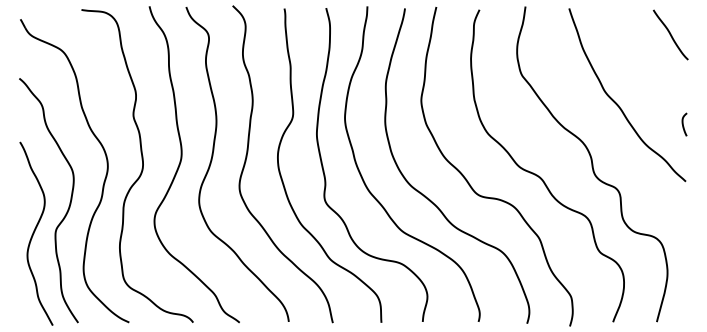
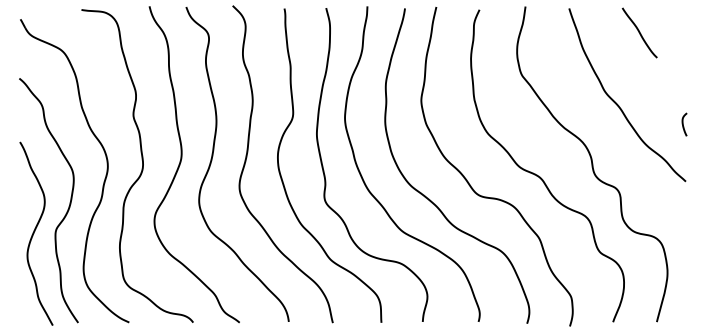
curve at (670, 34) position: (670, 34) -> (639, 32)
